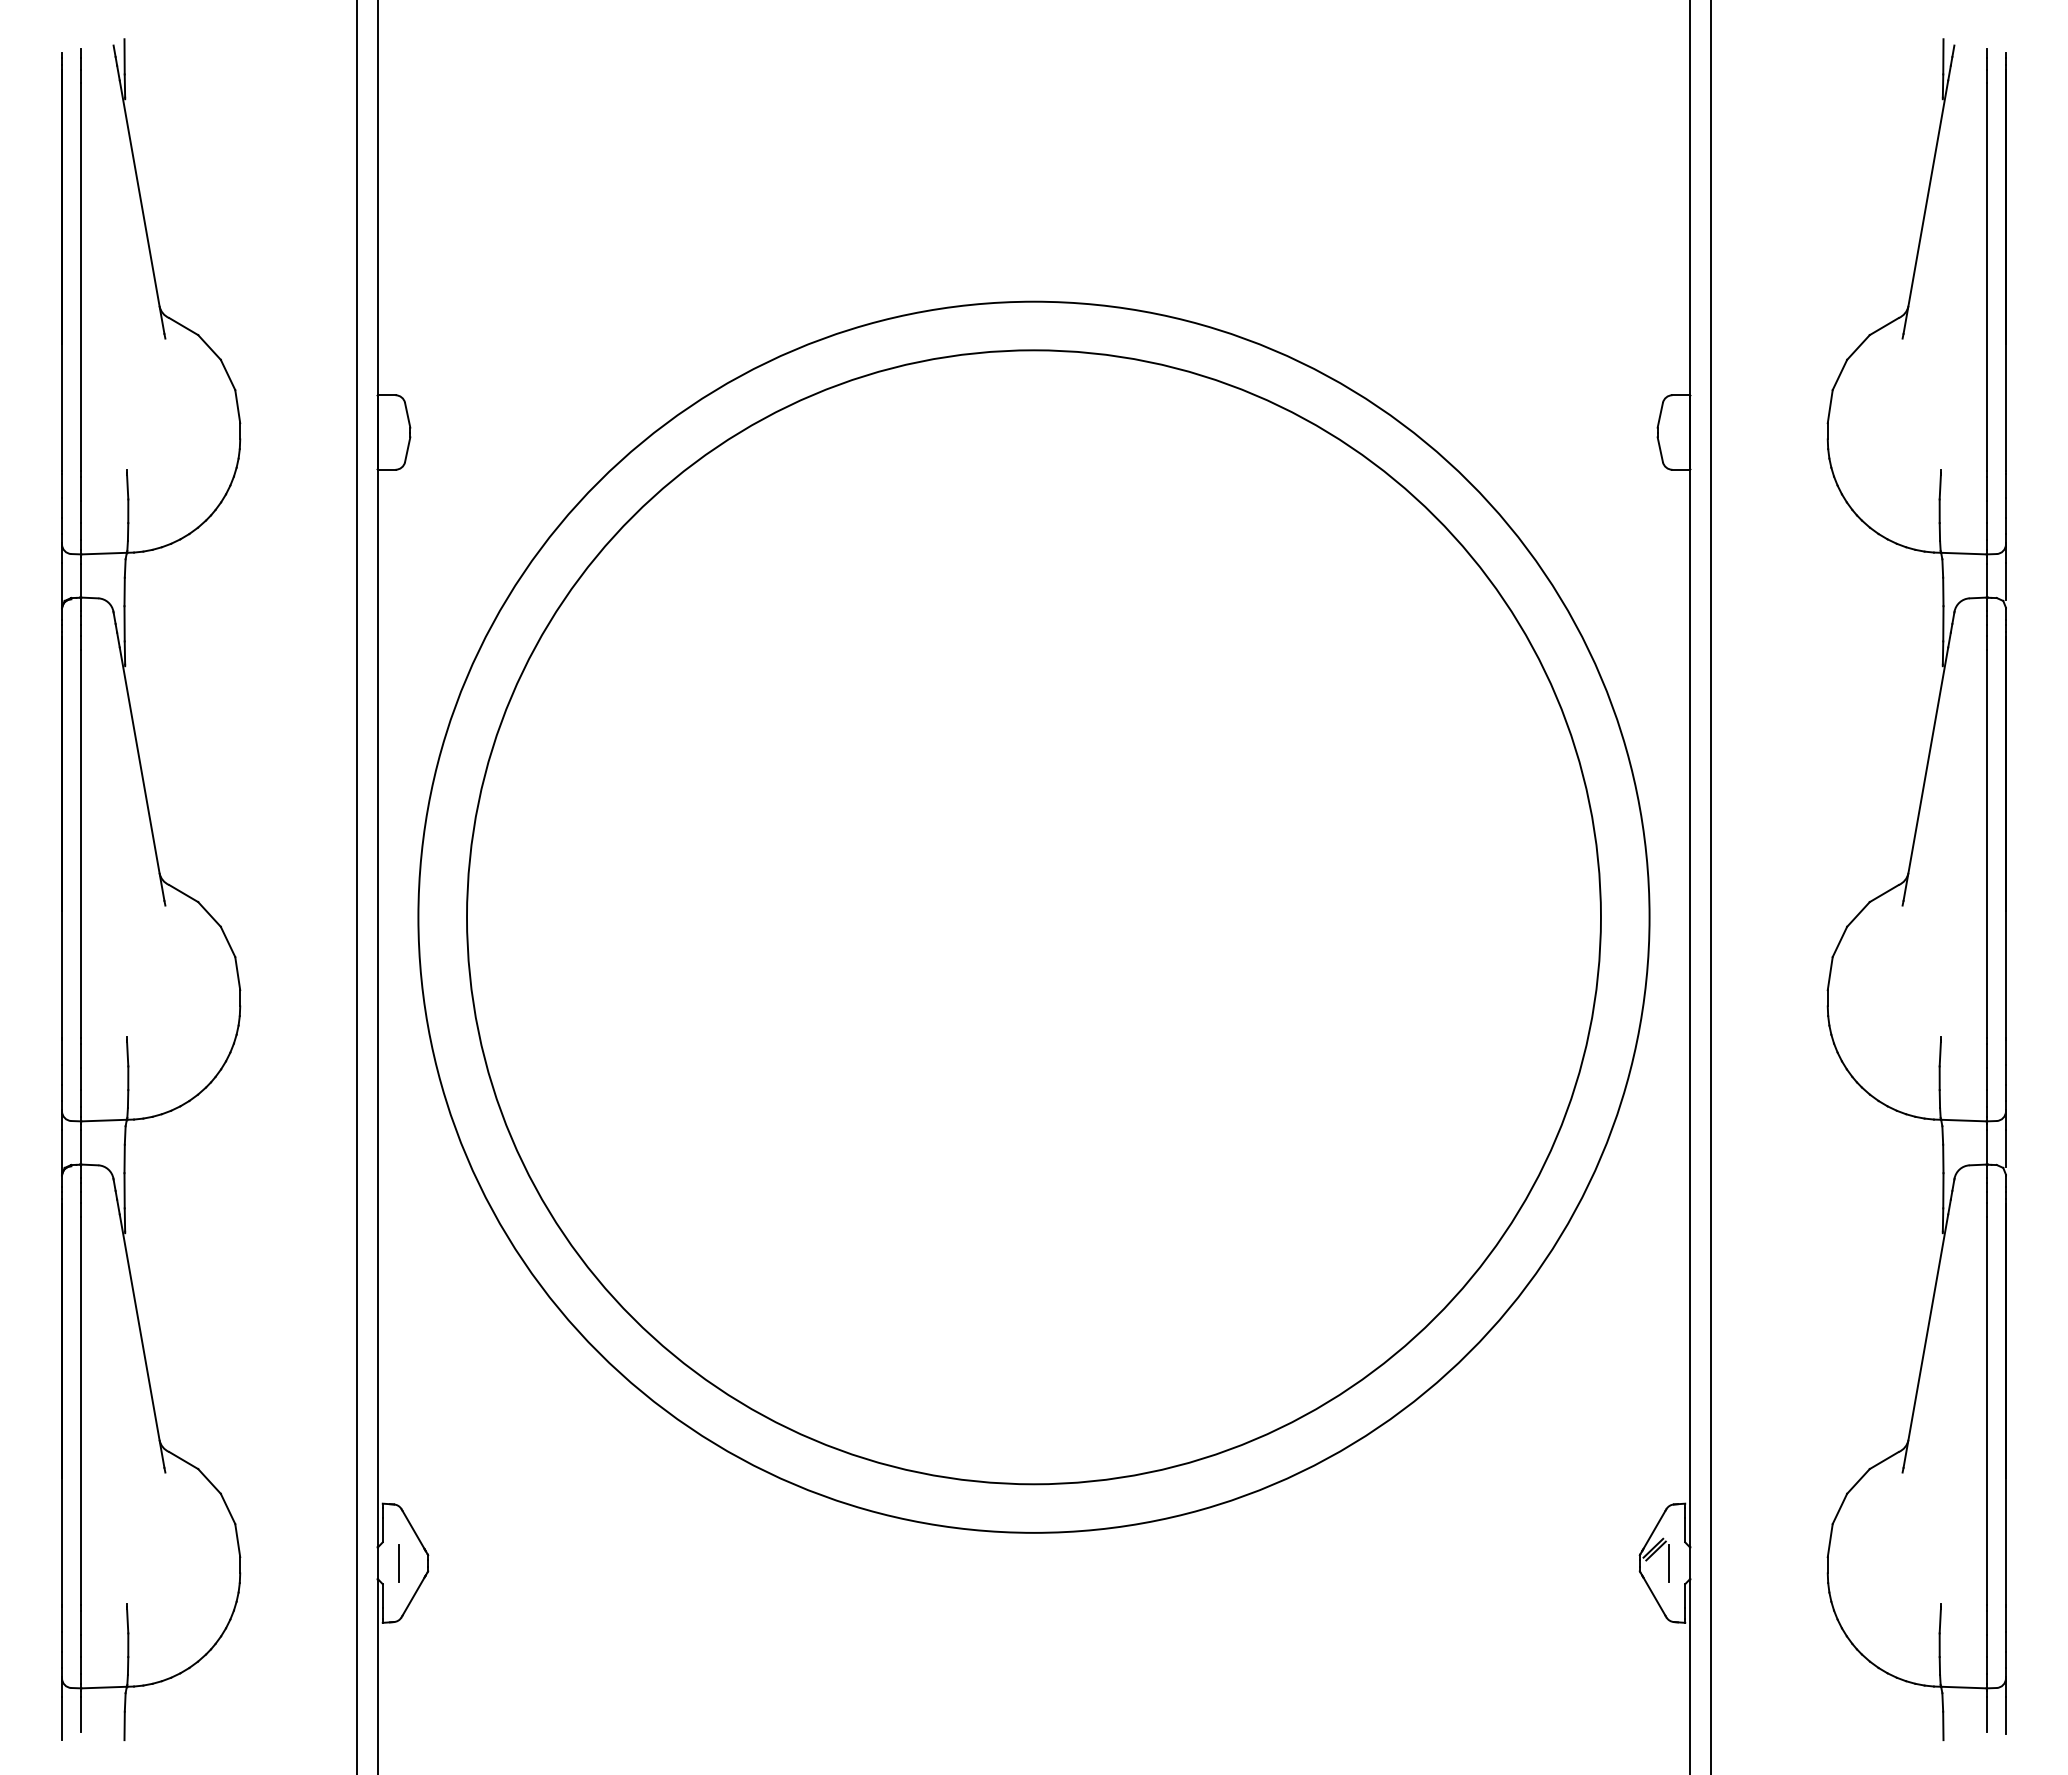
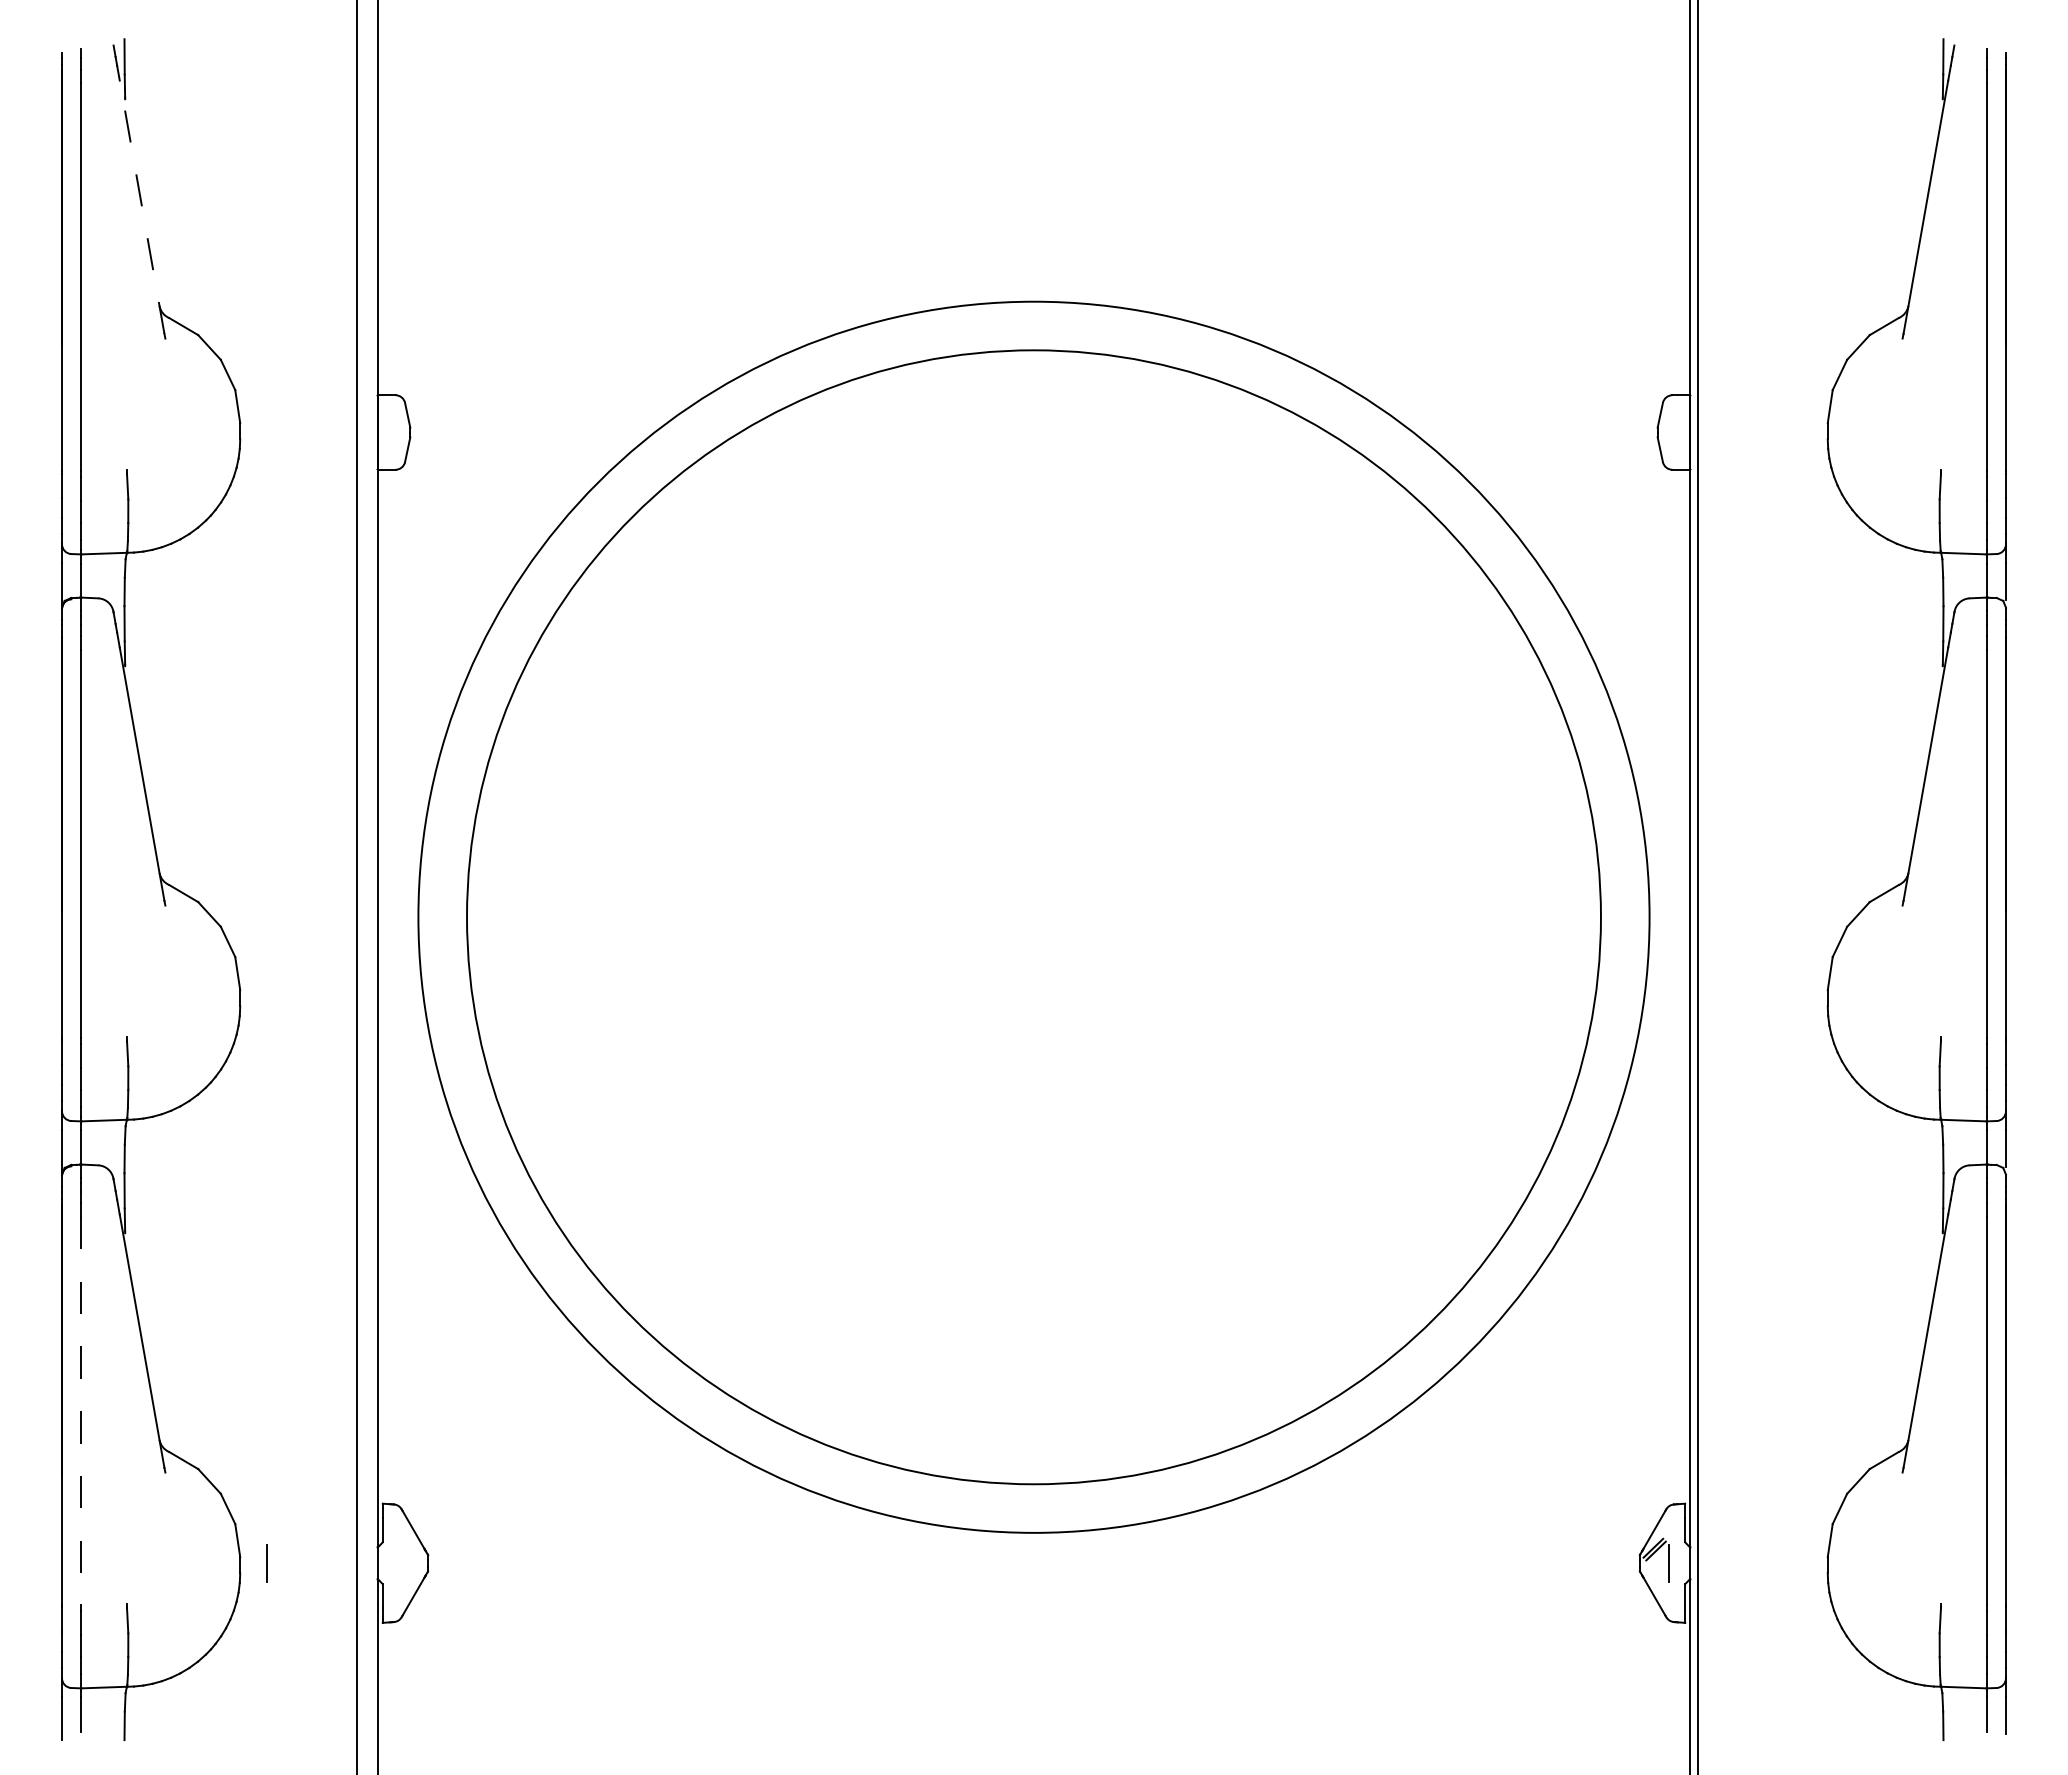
line at (142, 207): solid -> dashed
line at (1711, 886) position: (1711, 886) -> (1698, 886)
line at (81, 1411): solid -> dashed
line at (398, 1563) position: (398, 1563) -> (266, 1563)
